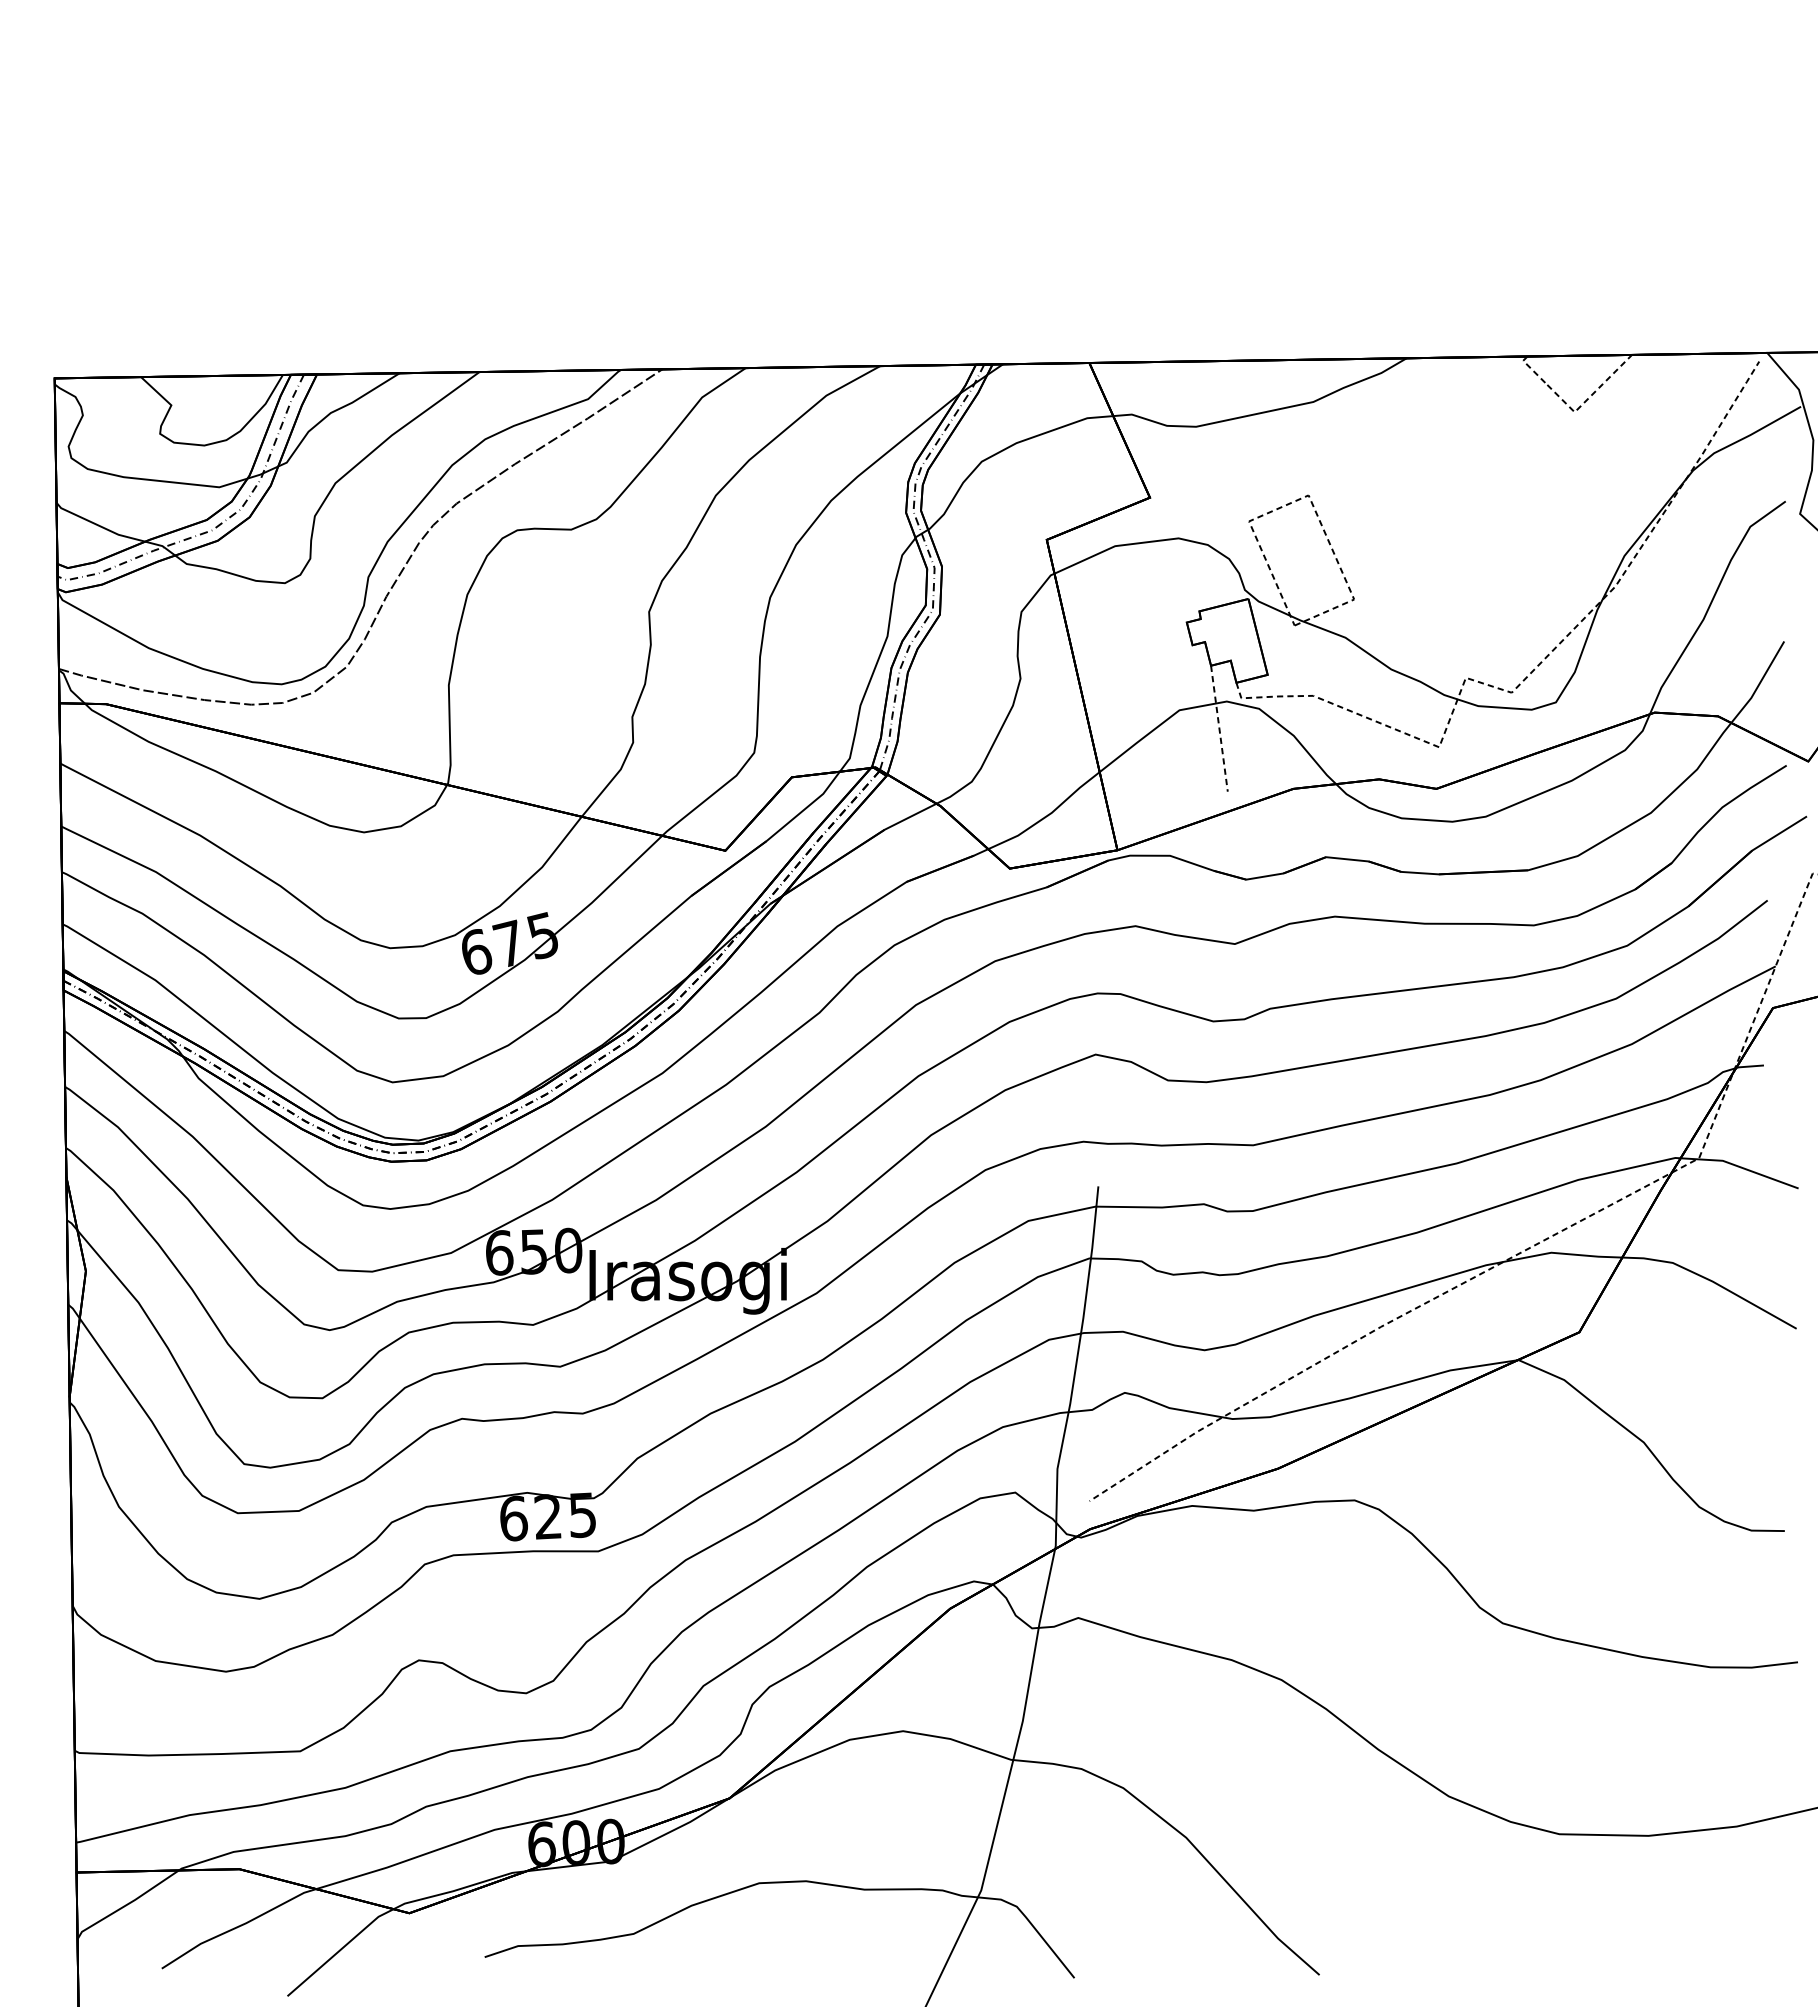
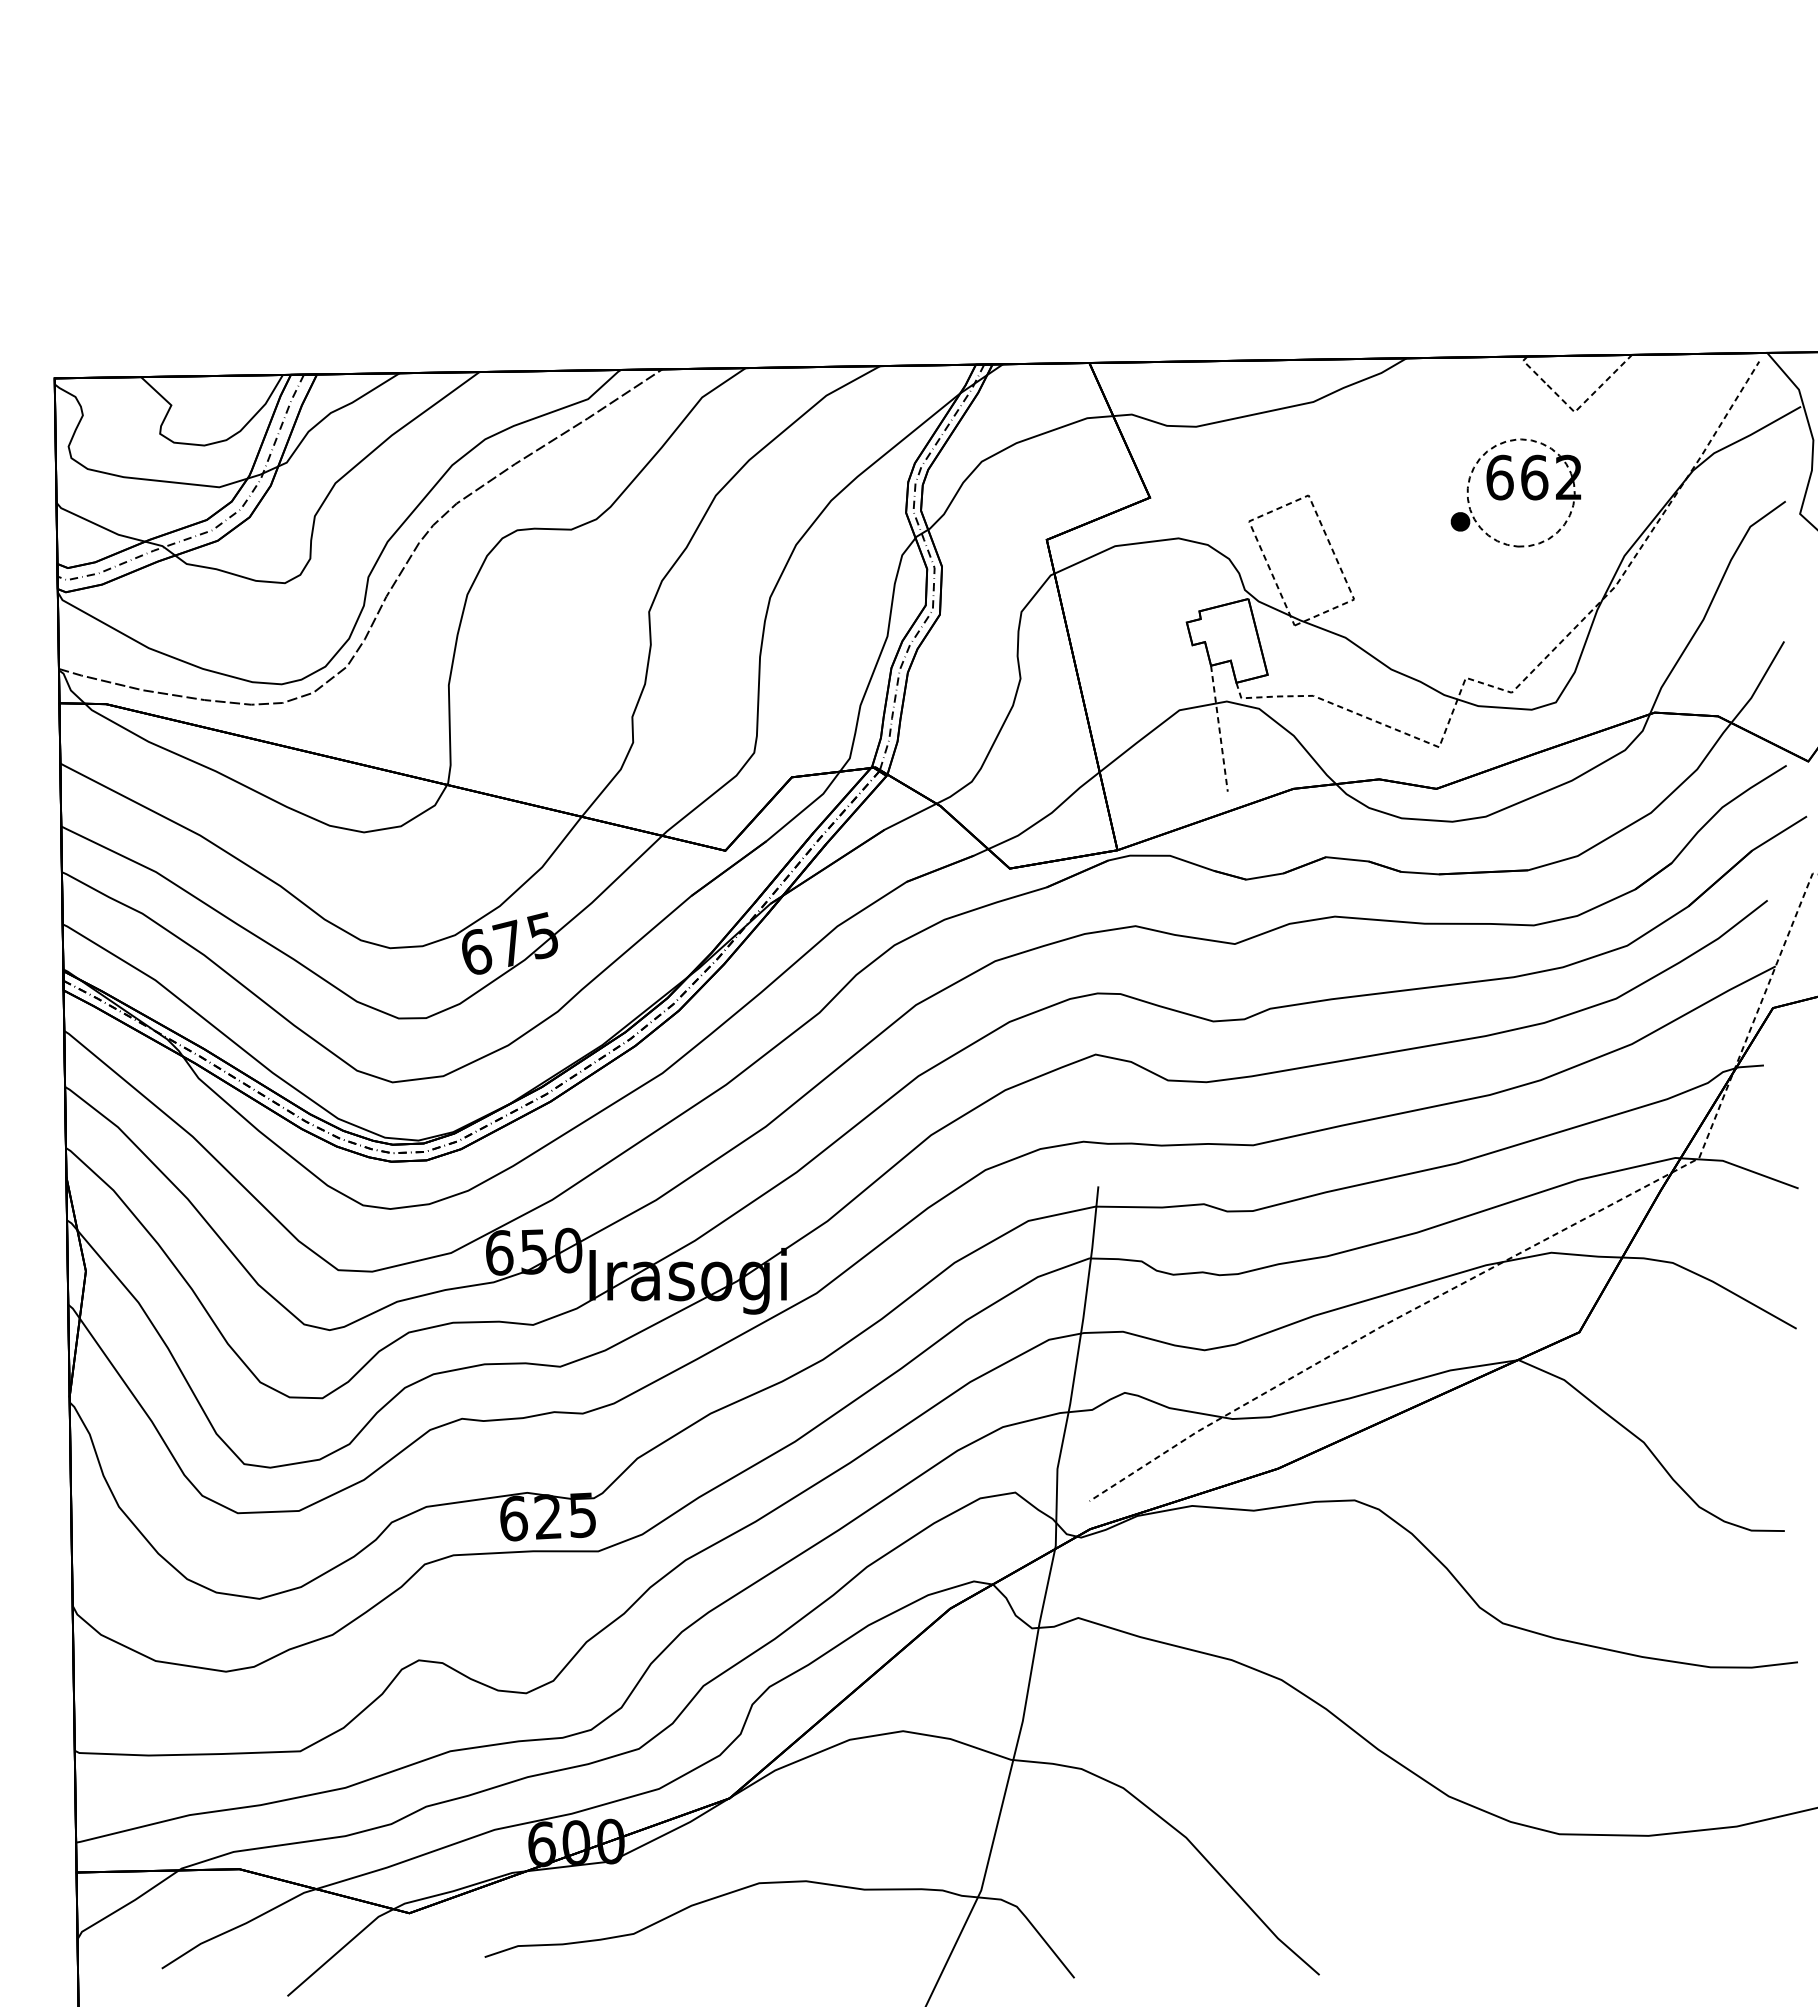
part at (1515, 492): none -> present
